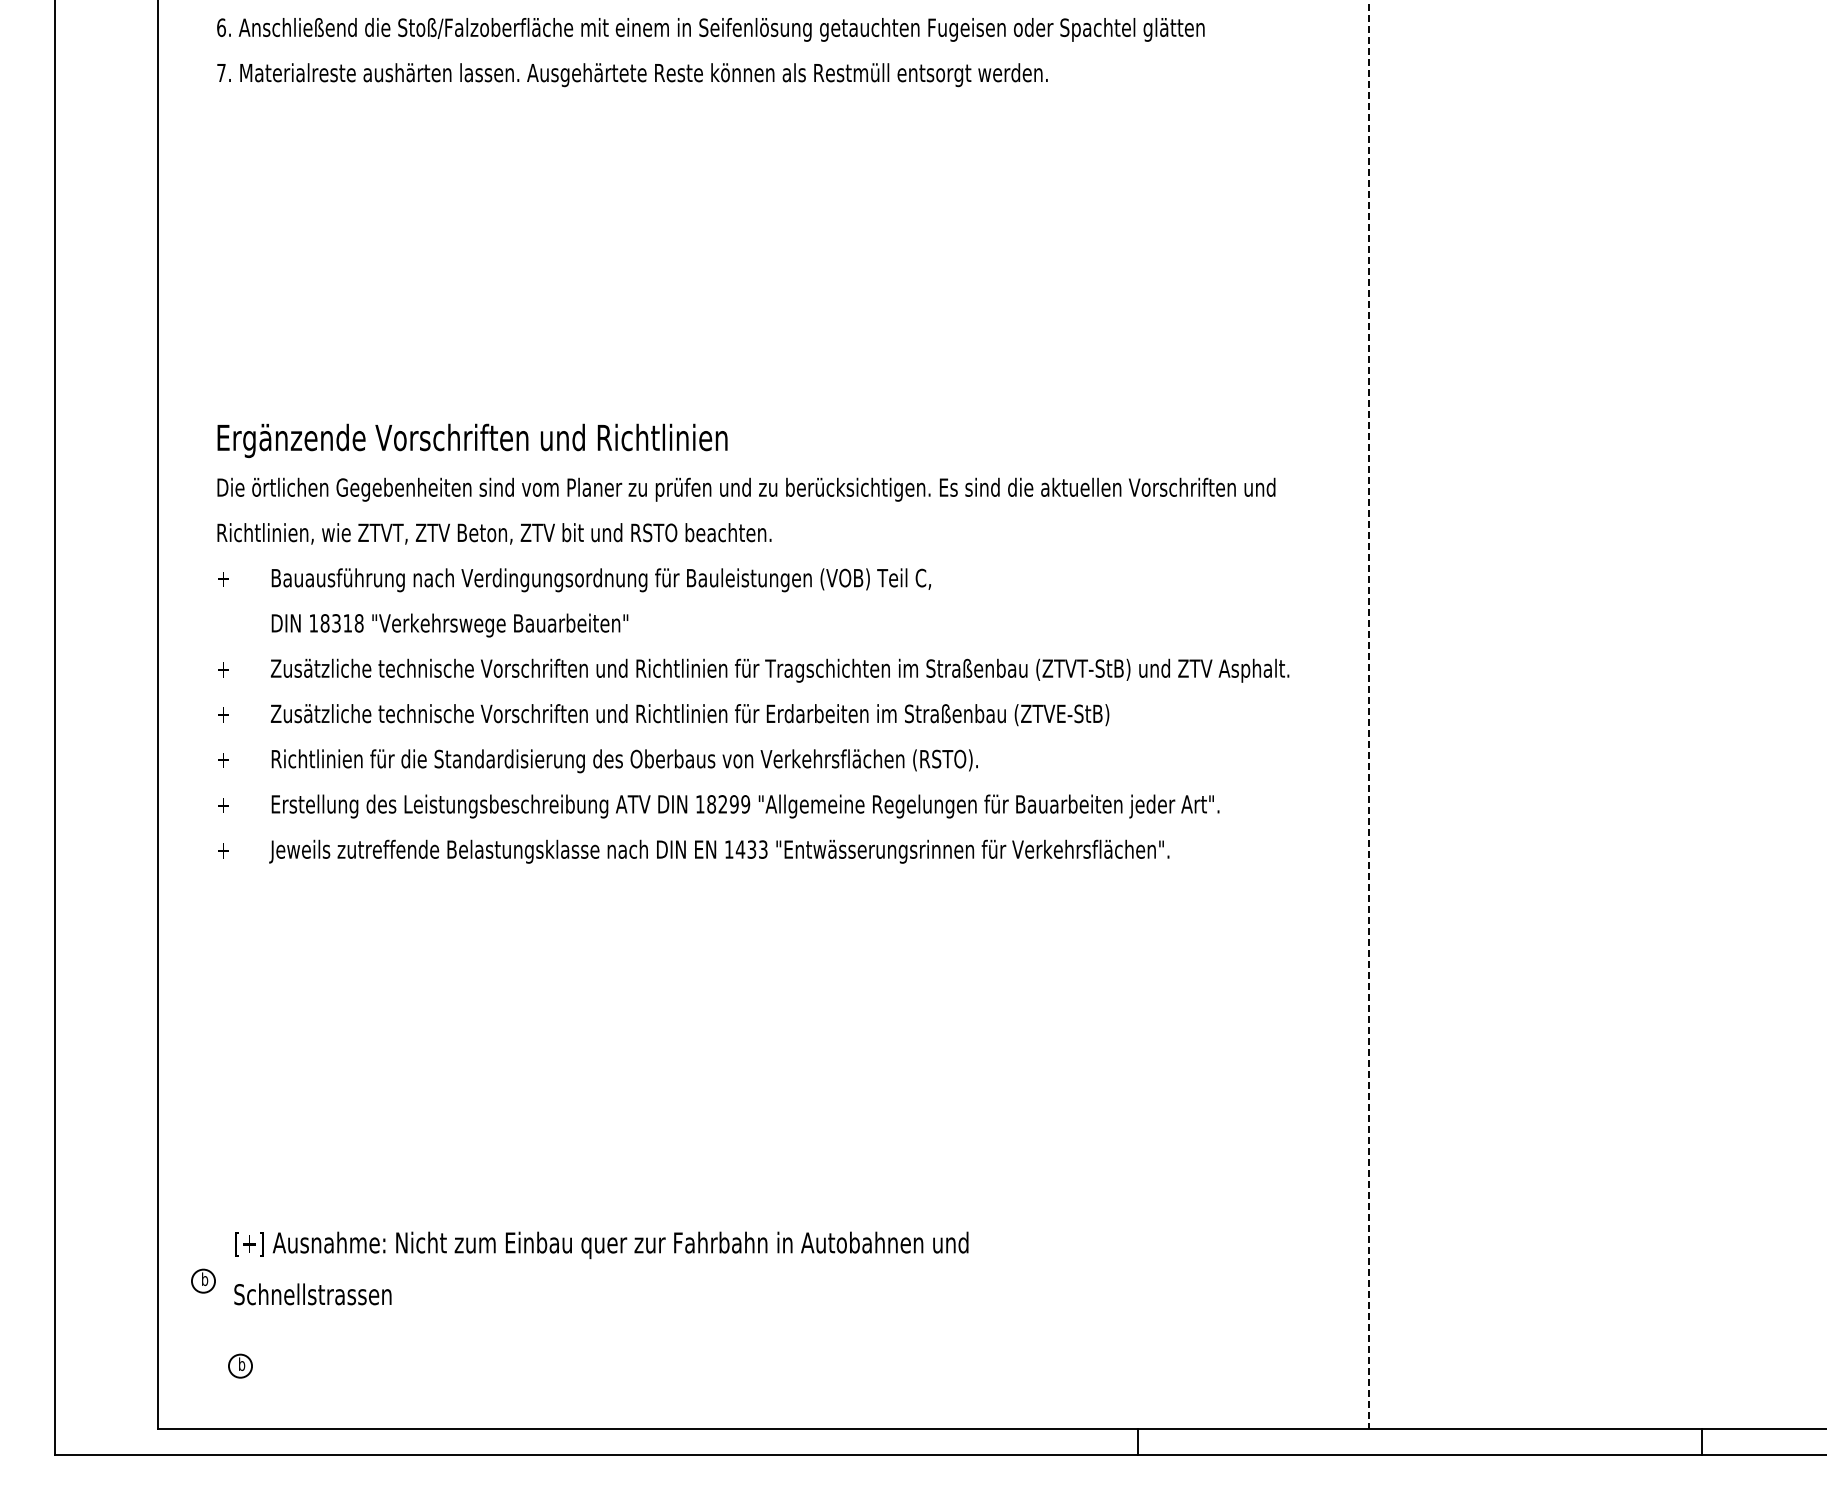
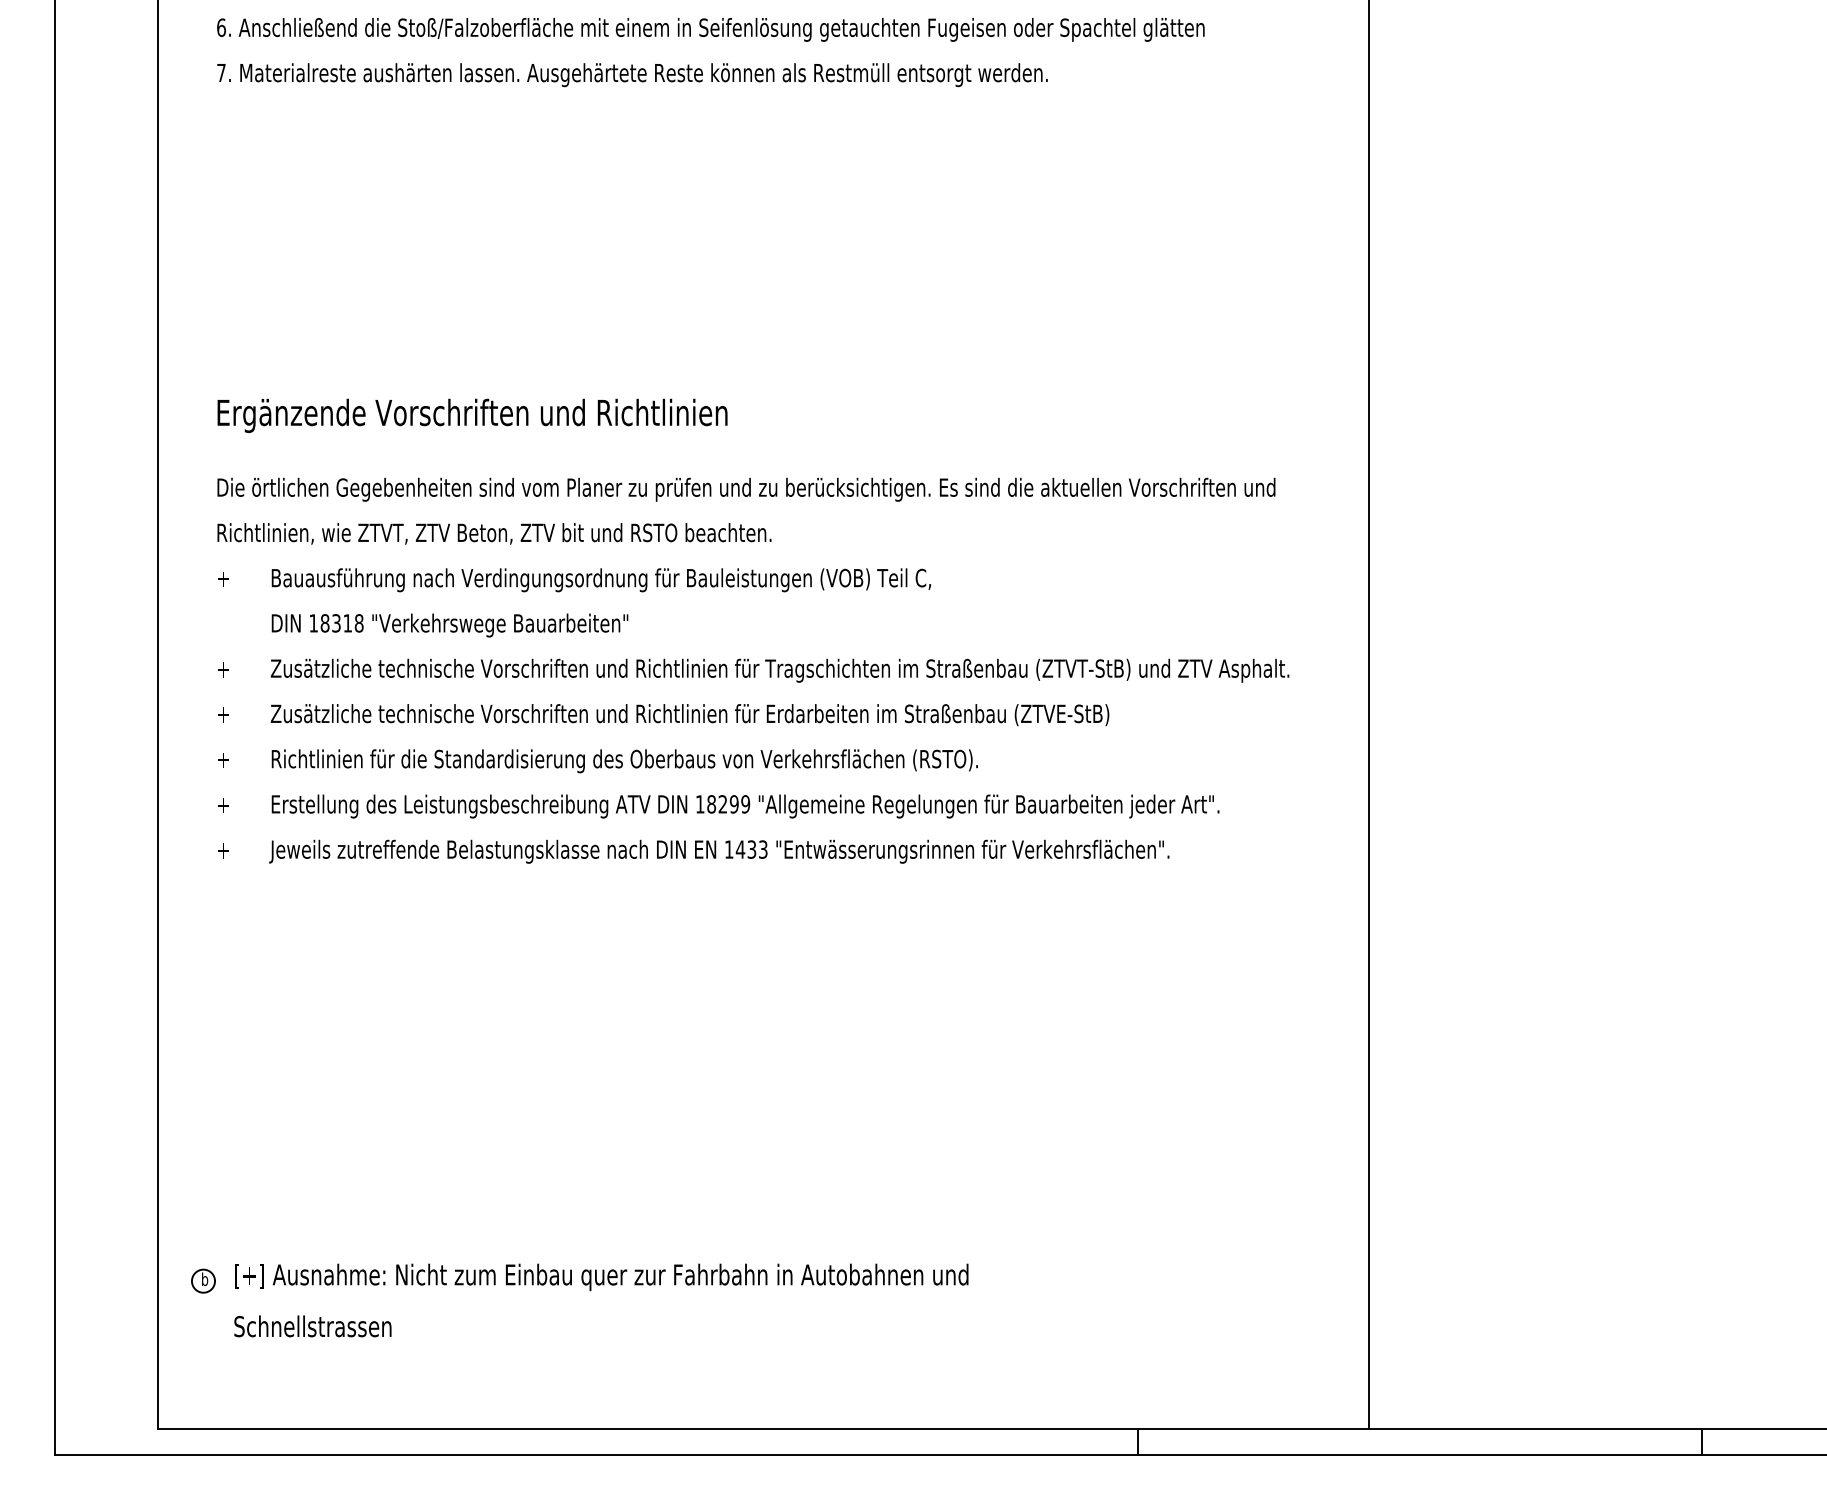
text at (472, 440) position: (472, 440) -> (472, 415)
line at (1369, 715): dashed -> solid
text at (601, 1268) position: (601, 1268) -> (601, 1300)
part at (240, 1365): present -> none
